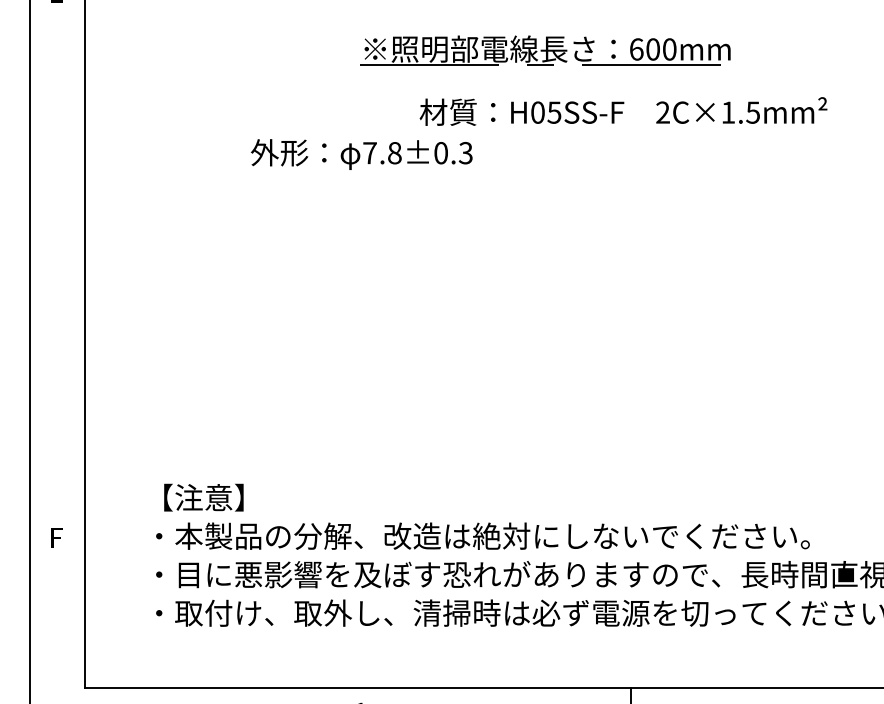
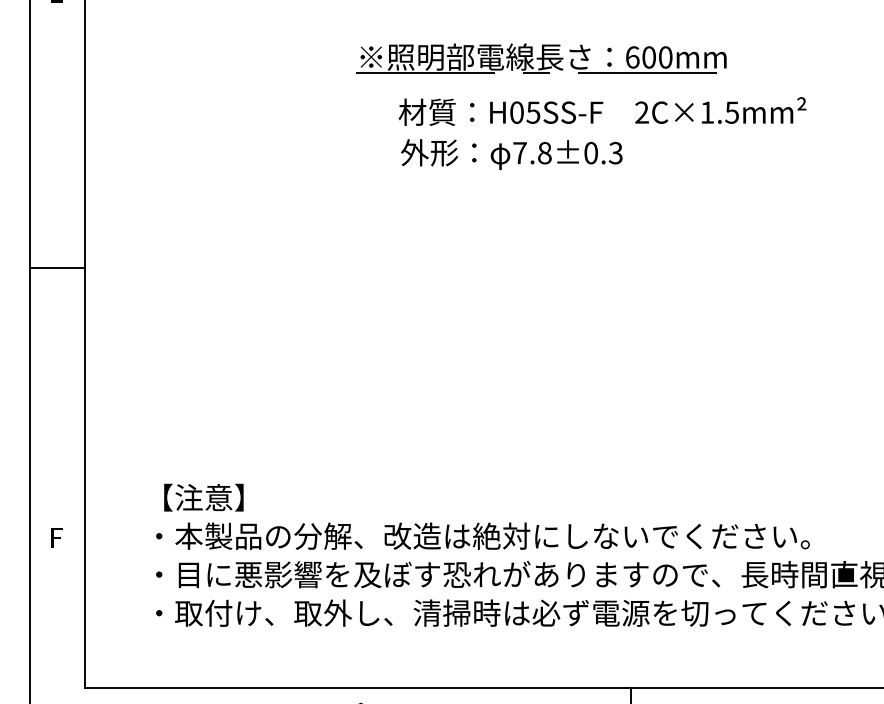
part at (545, 50) position: (545, 50) -> (541, 58)
text at (623, 111) position: (623, 111) -> (602, 111)
text at (361, 154) position: (361, 154) -> (511, 154)
line at (57, 268): none -> present
